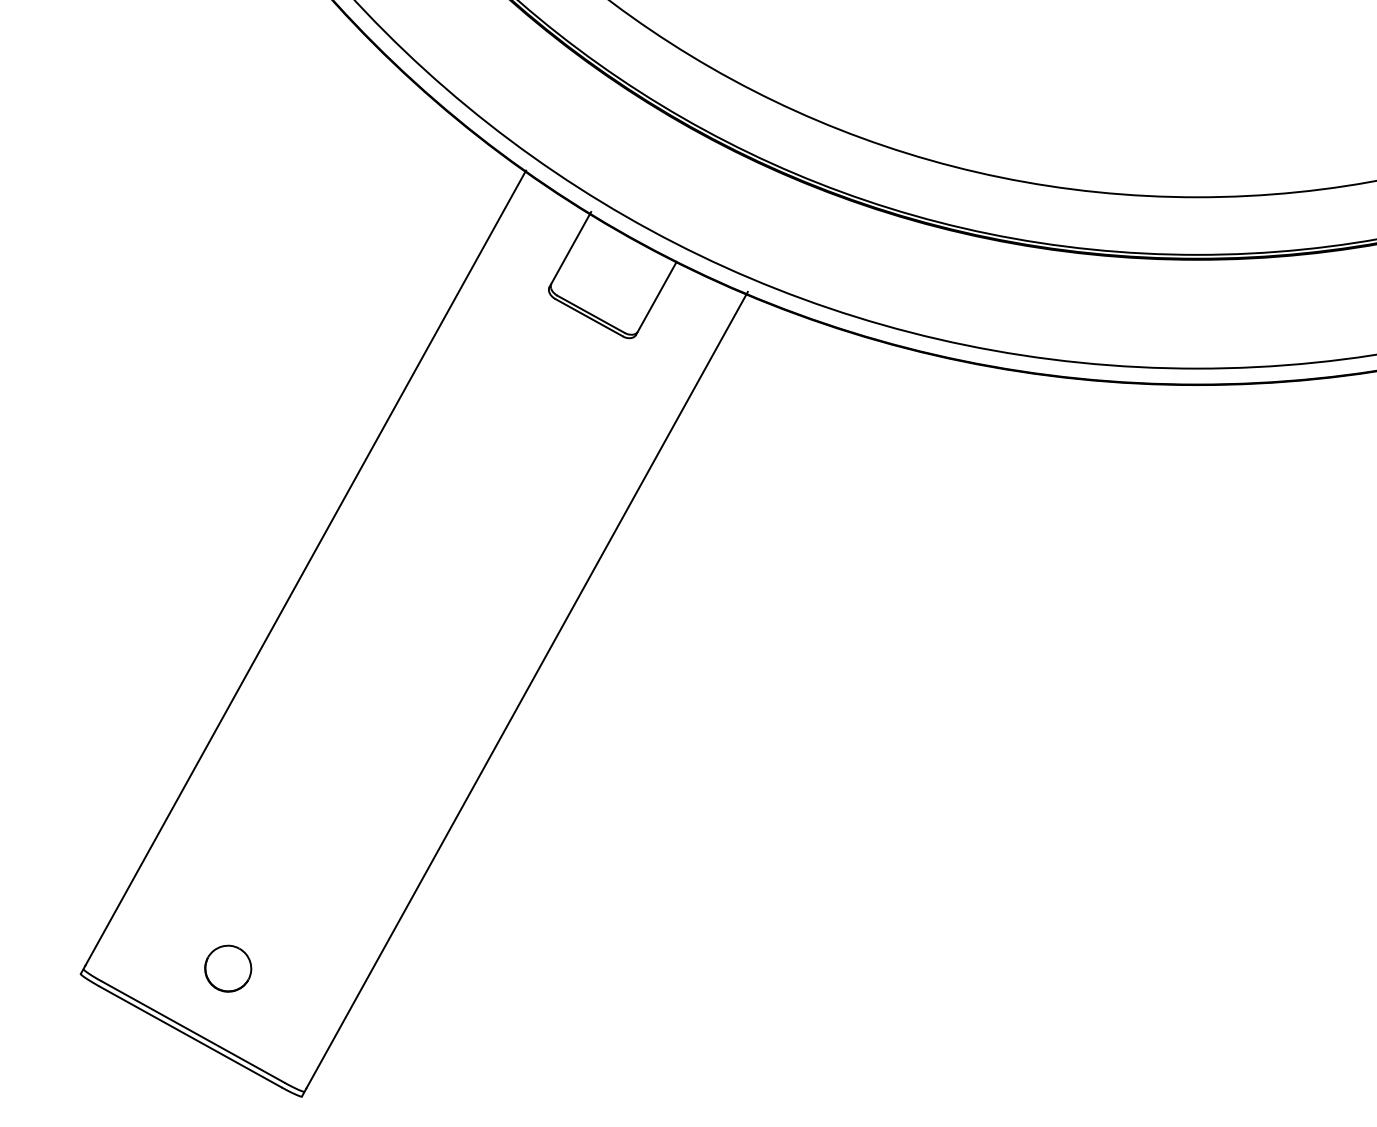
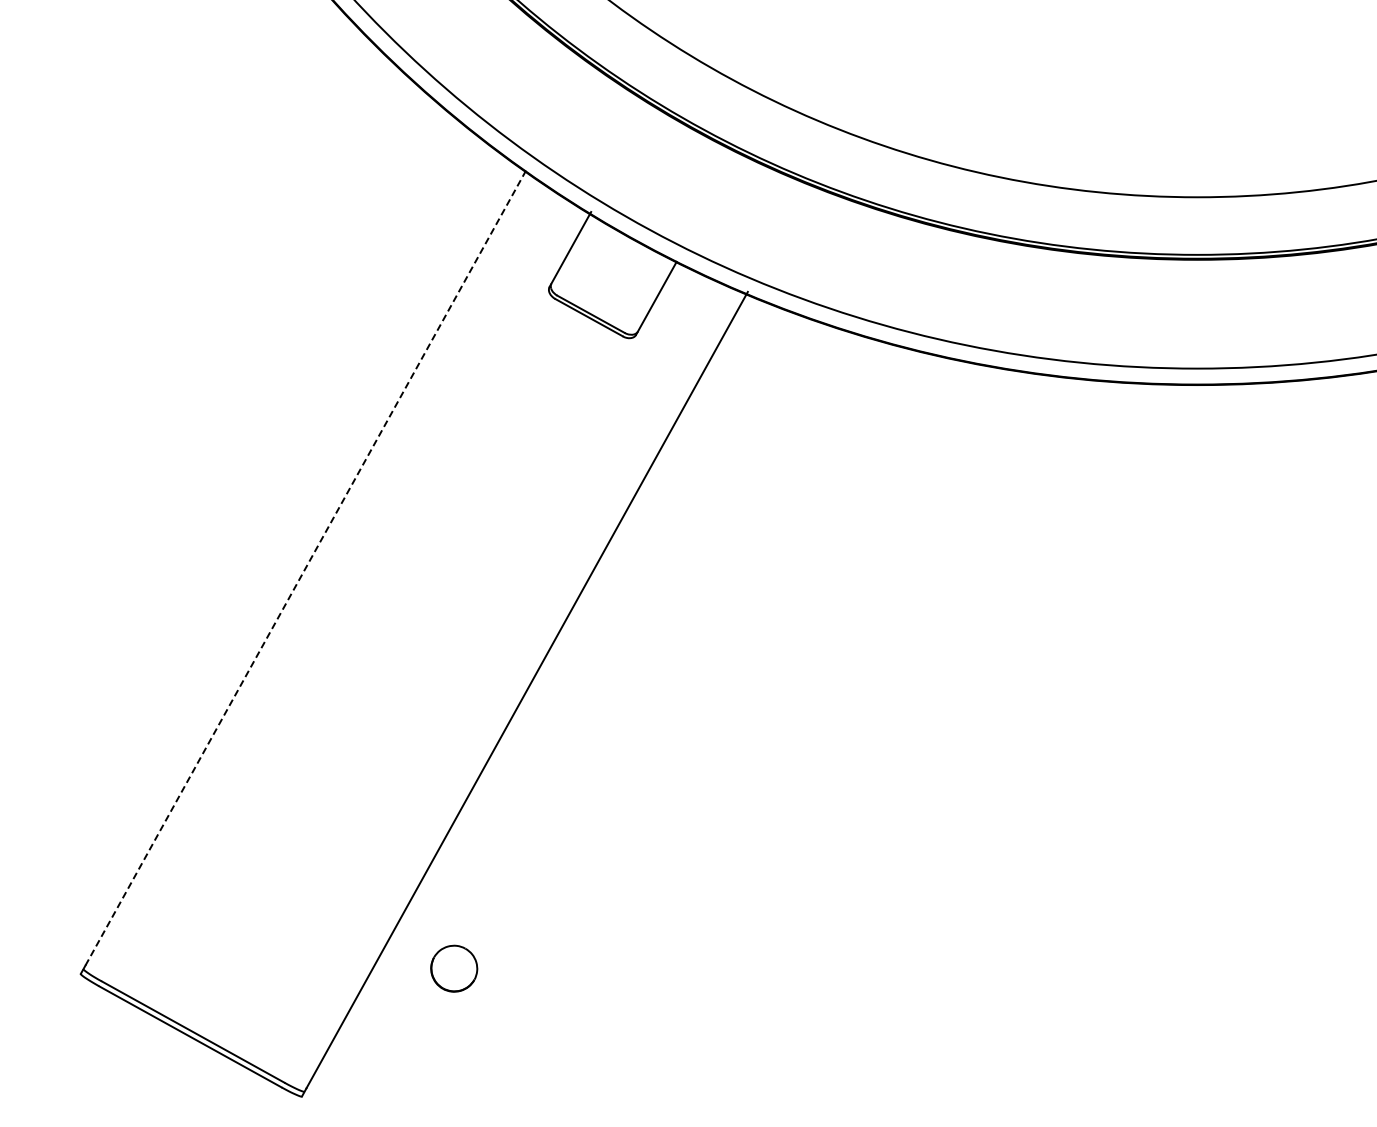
line at (305, 568): solid -> dashed
part at (228, 968) position: (228, 968) -> (454, 968)
